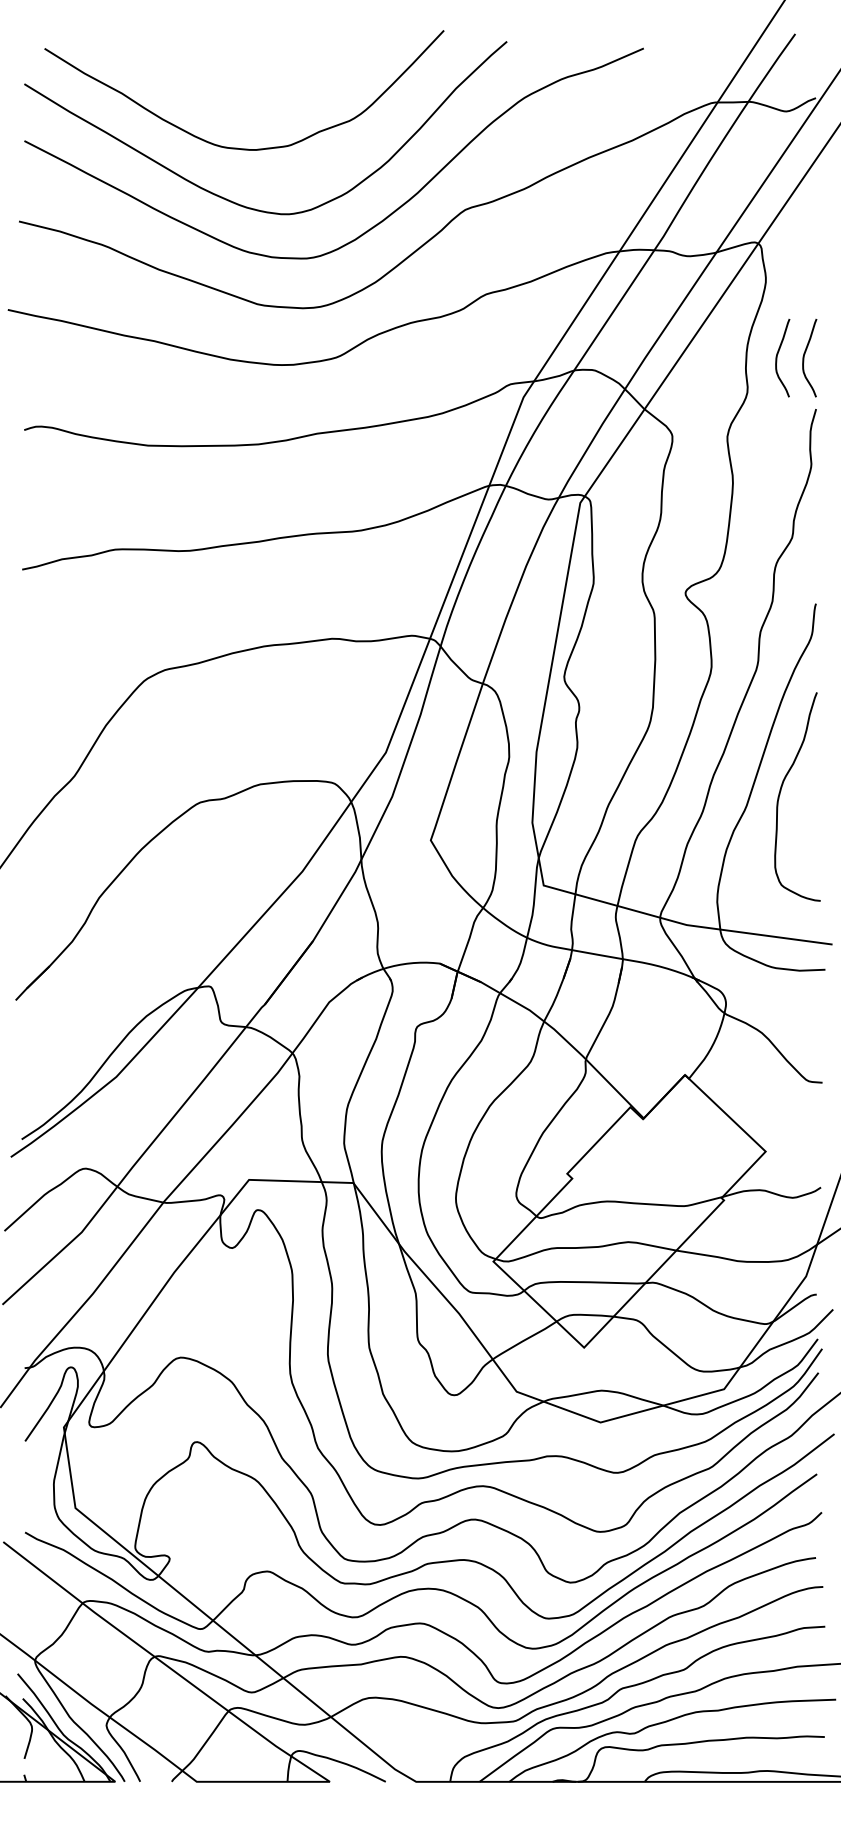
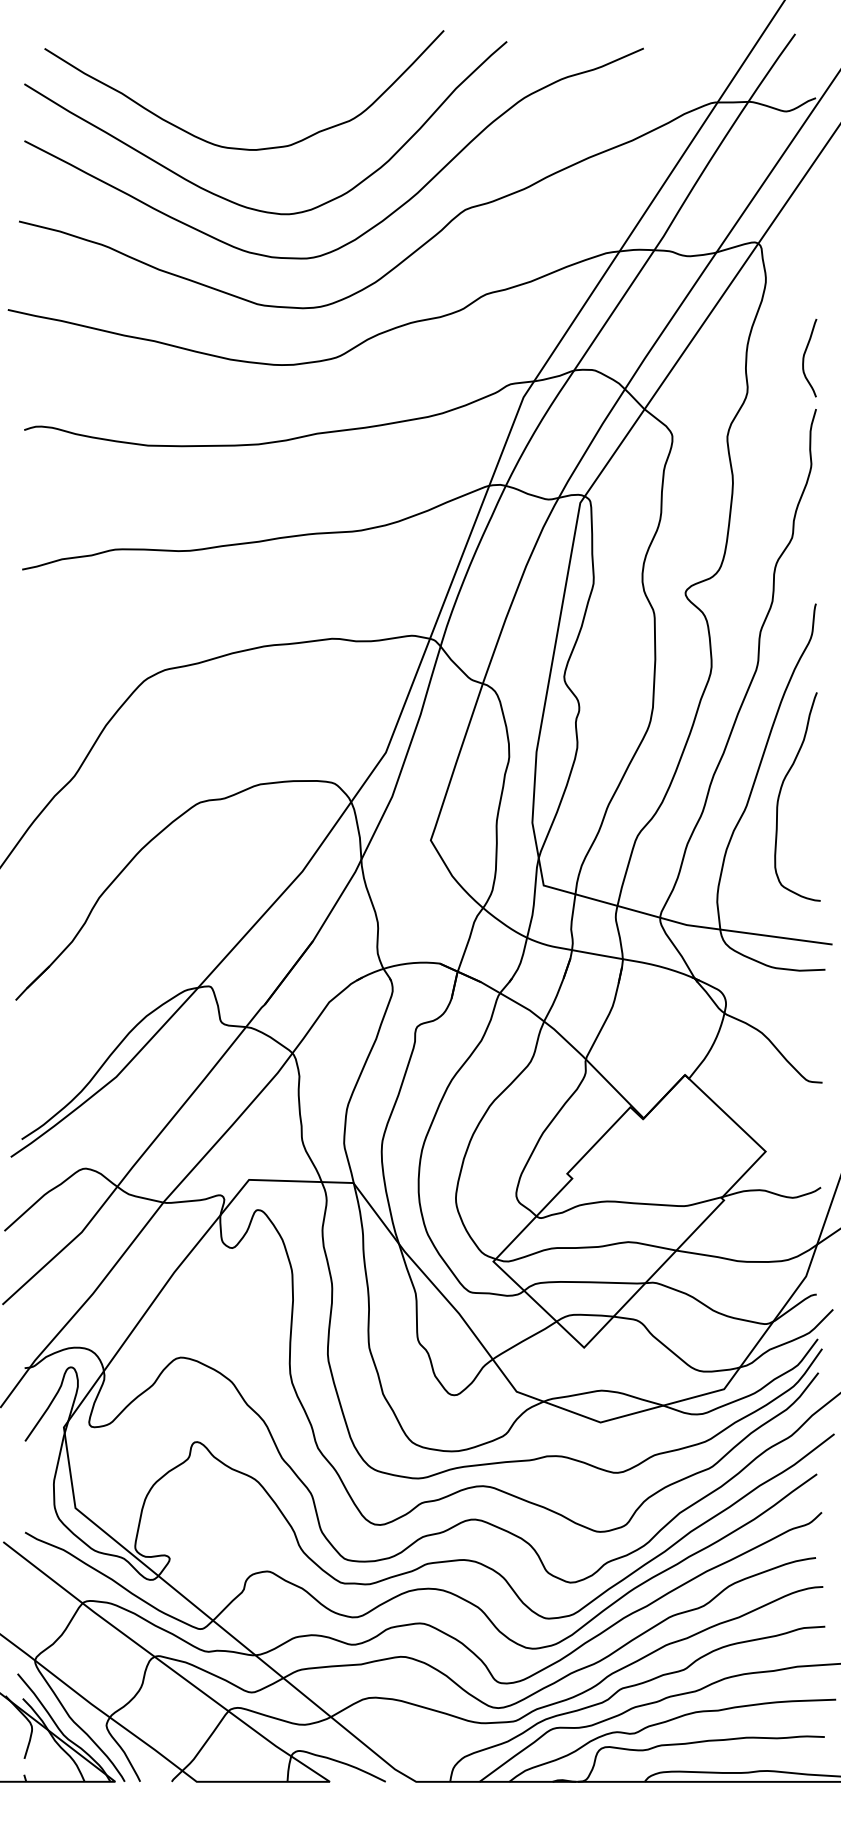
curve at (777, 358): present -> none
